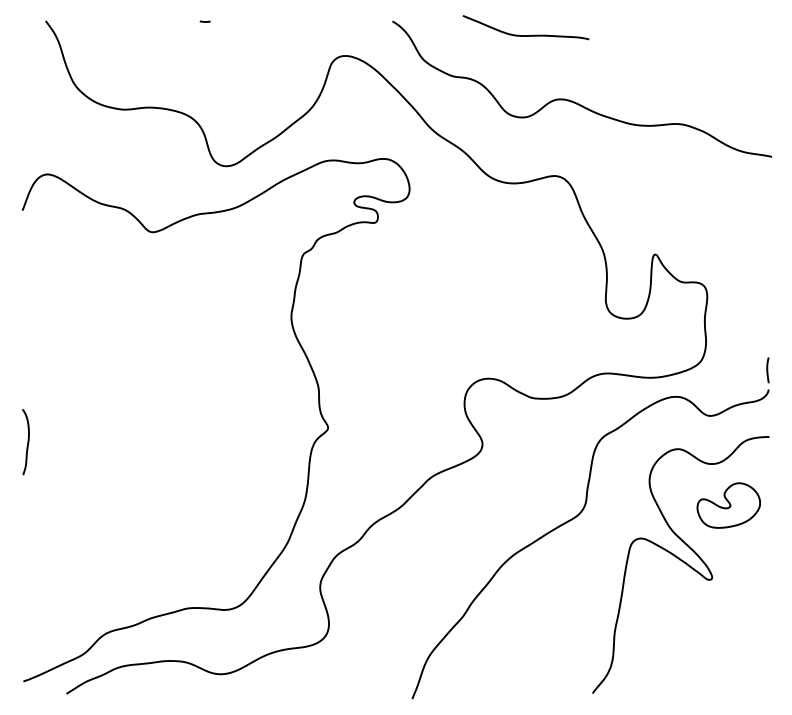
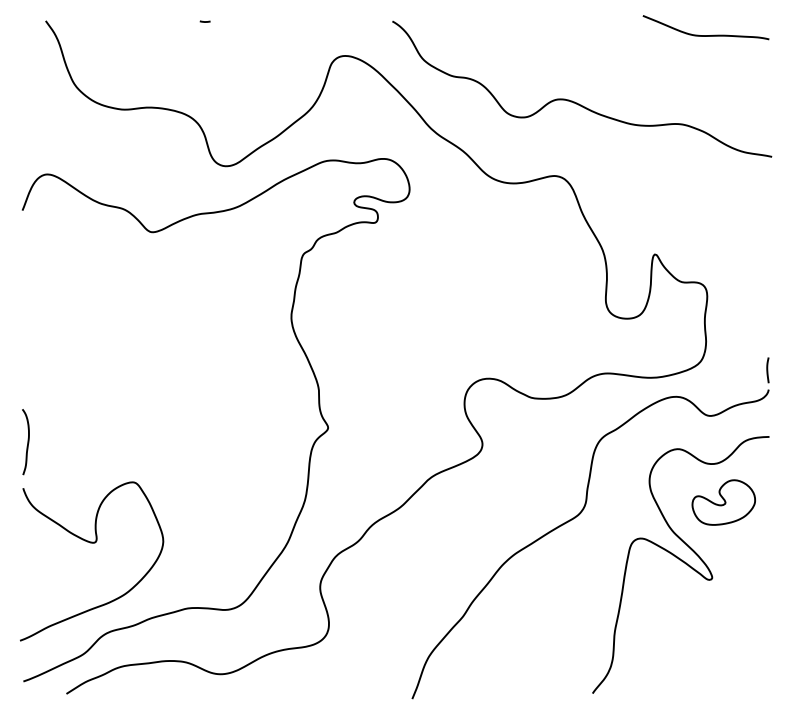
curve at (525, 35) position: (525, 35) -> (705, 35)
part at (728, 505) position: (728, 505) -> (723, 502)
curve at (92, 543): none -> present
